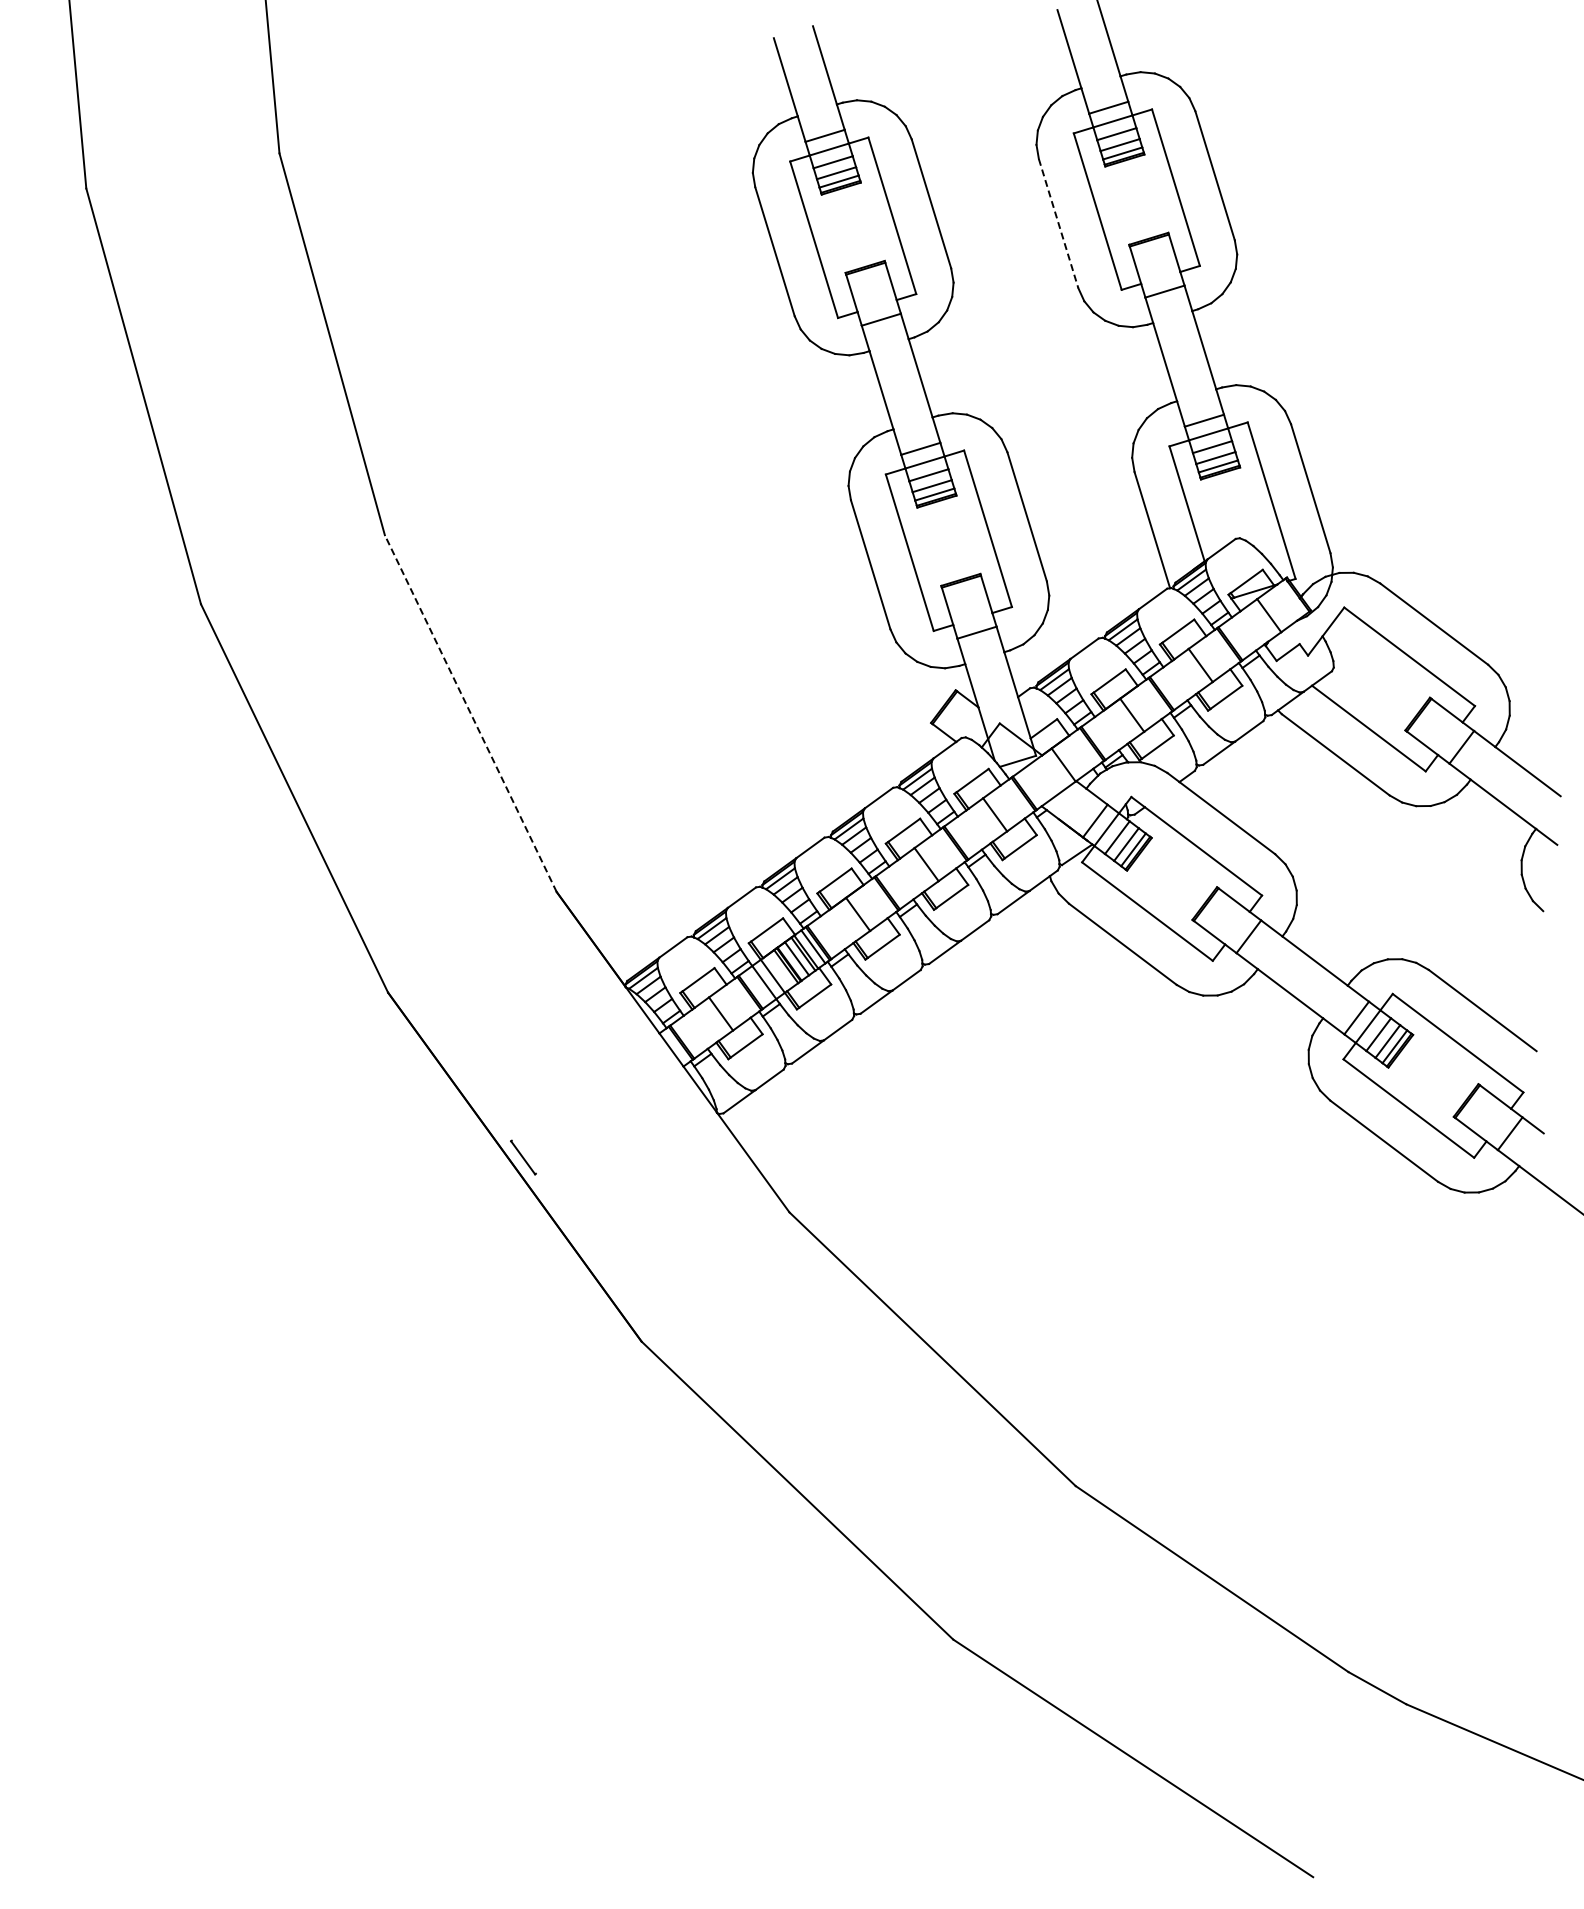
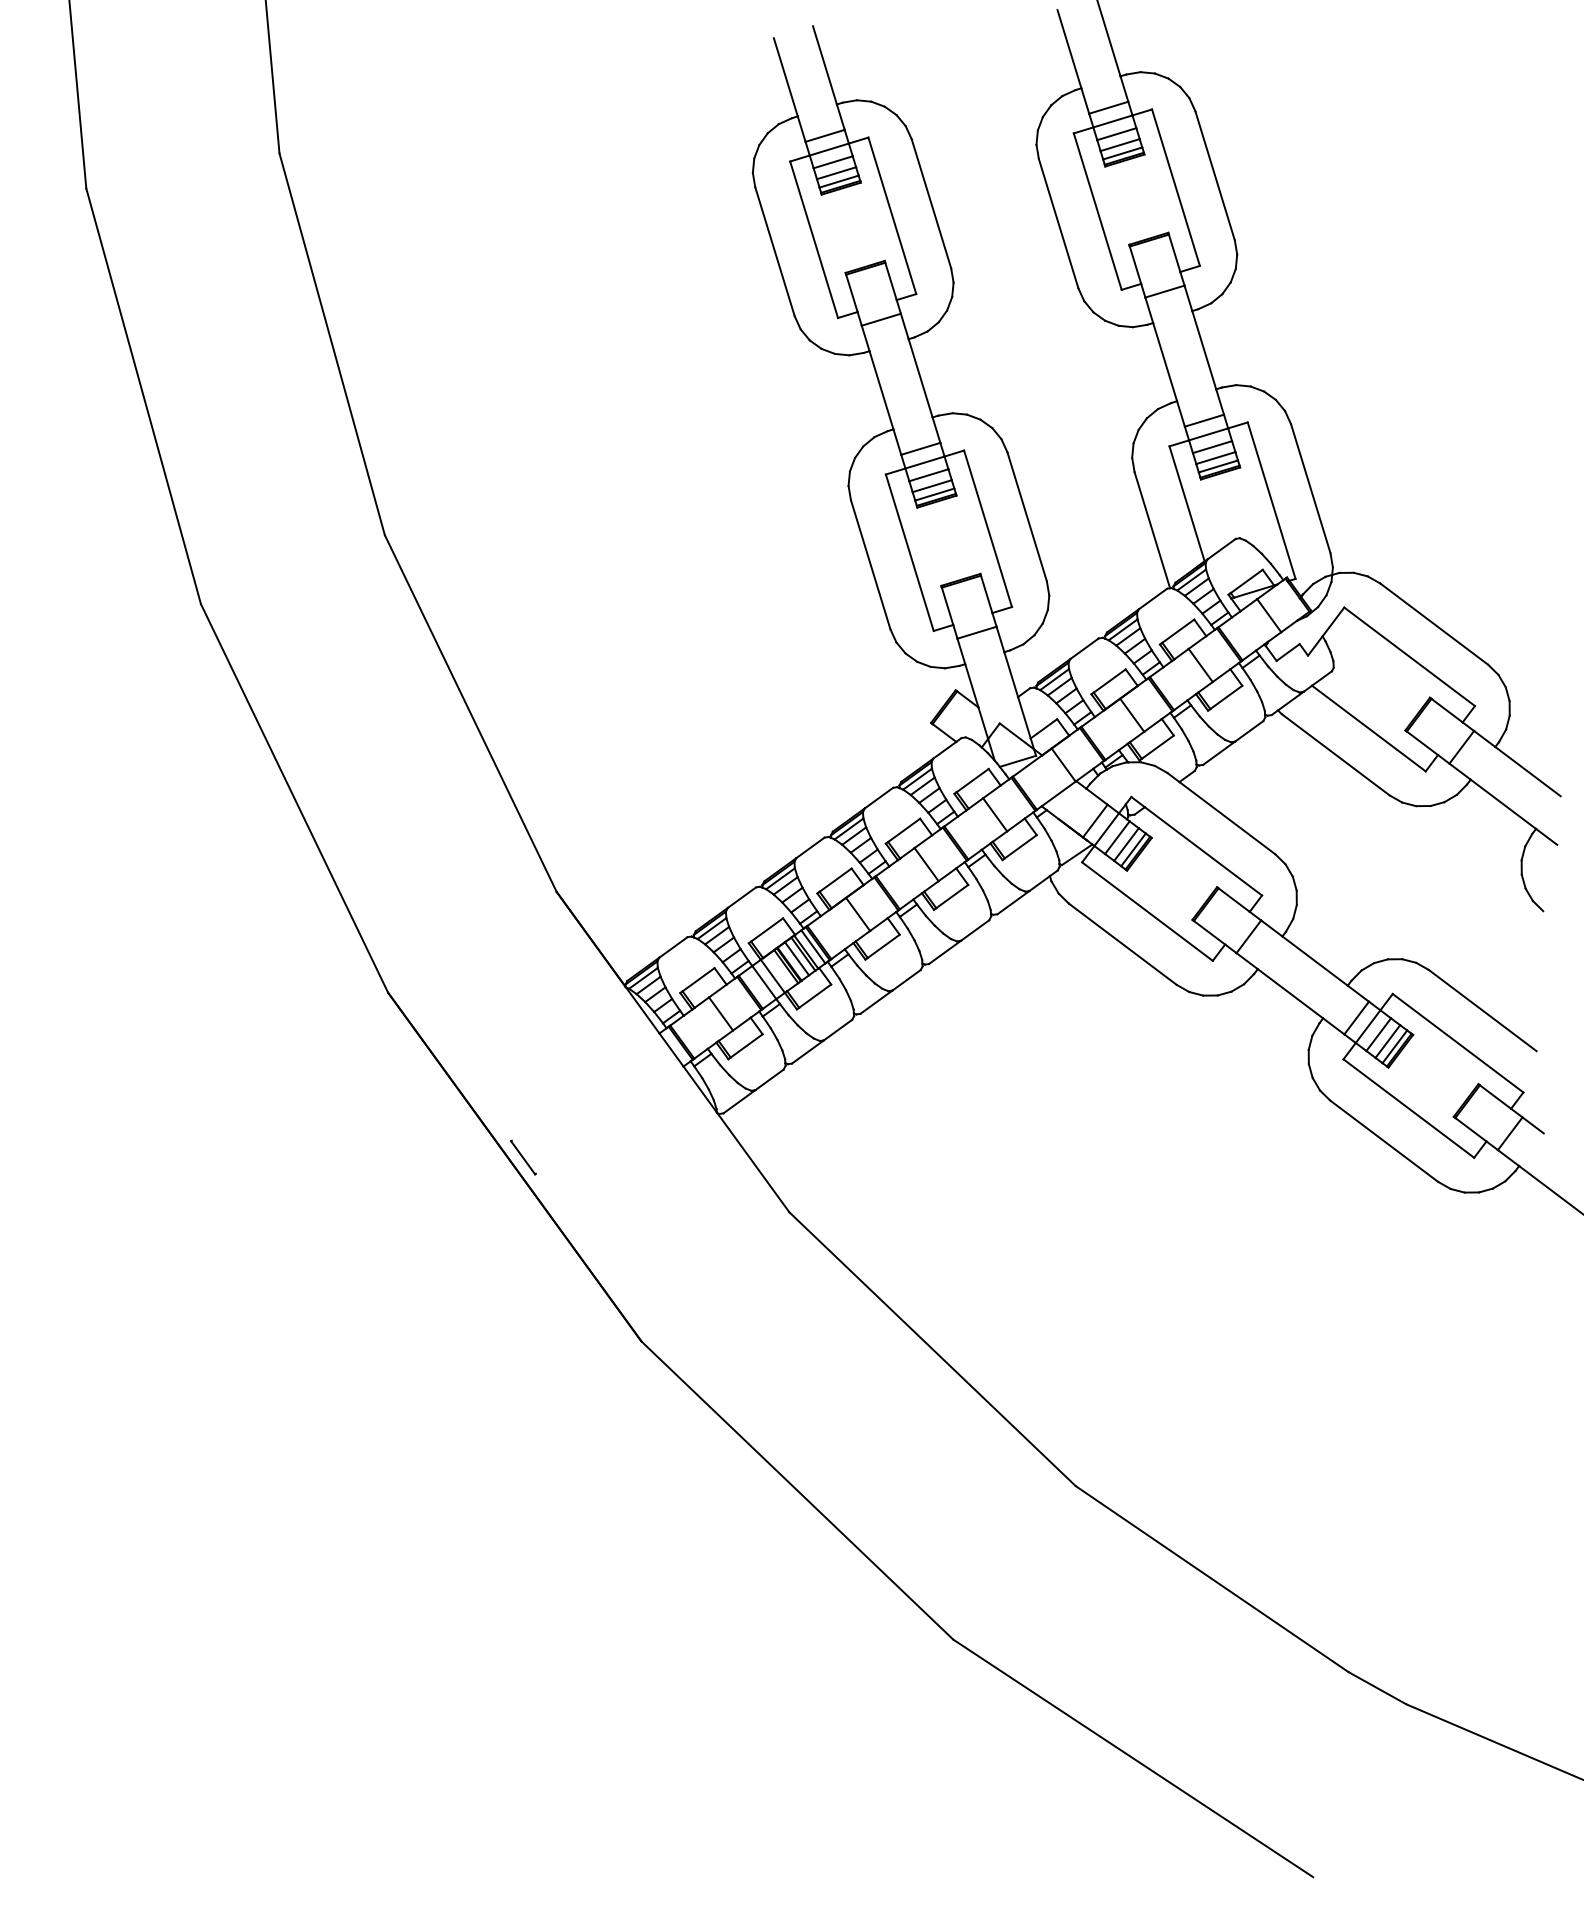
line at (1058, 223): dashed -> solid
line at (470, 713): dashed -> solid
